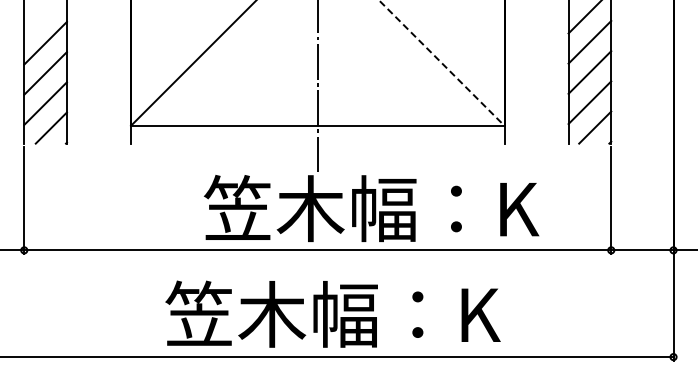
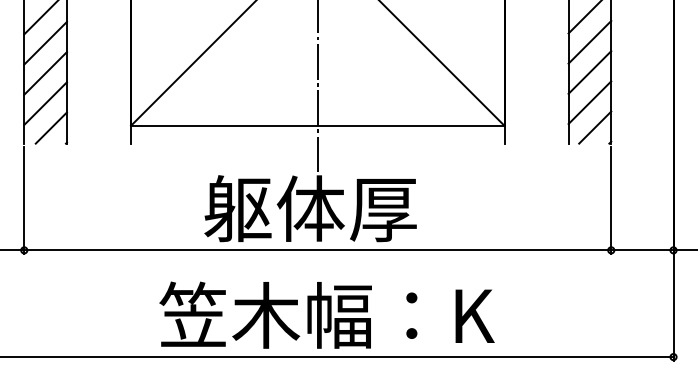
line at (40, 18): none -> present
line at (441, 63): dashed -> solid
text at (371, 208): 笠木幅：K -> 躯体厚
text at (332, 313) position: (332, 313) -> (326, 314)
